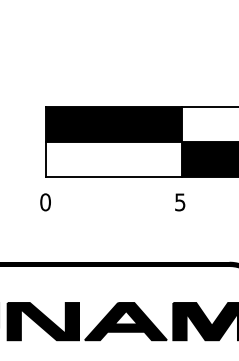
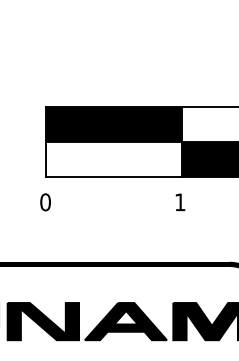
text at (180, 202): 5 -> 1
